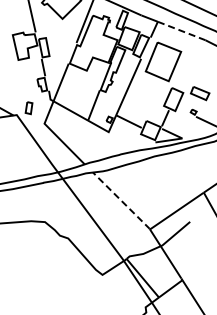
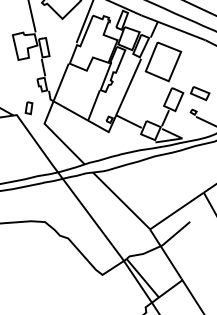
line at (181, 31): dashed -> solid
line at (122, 201): dashed -> solid
